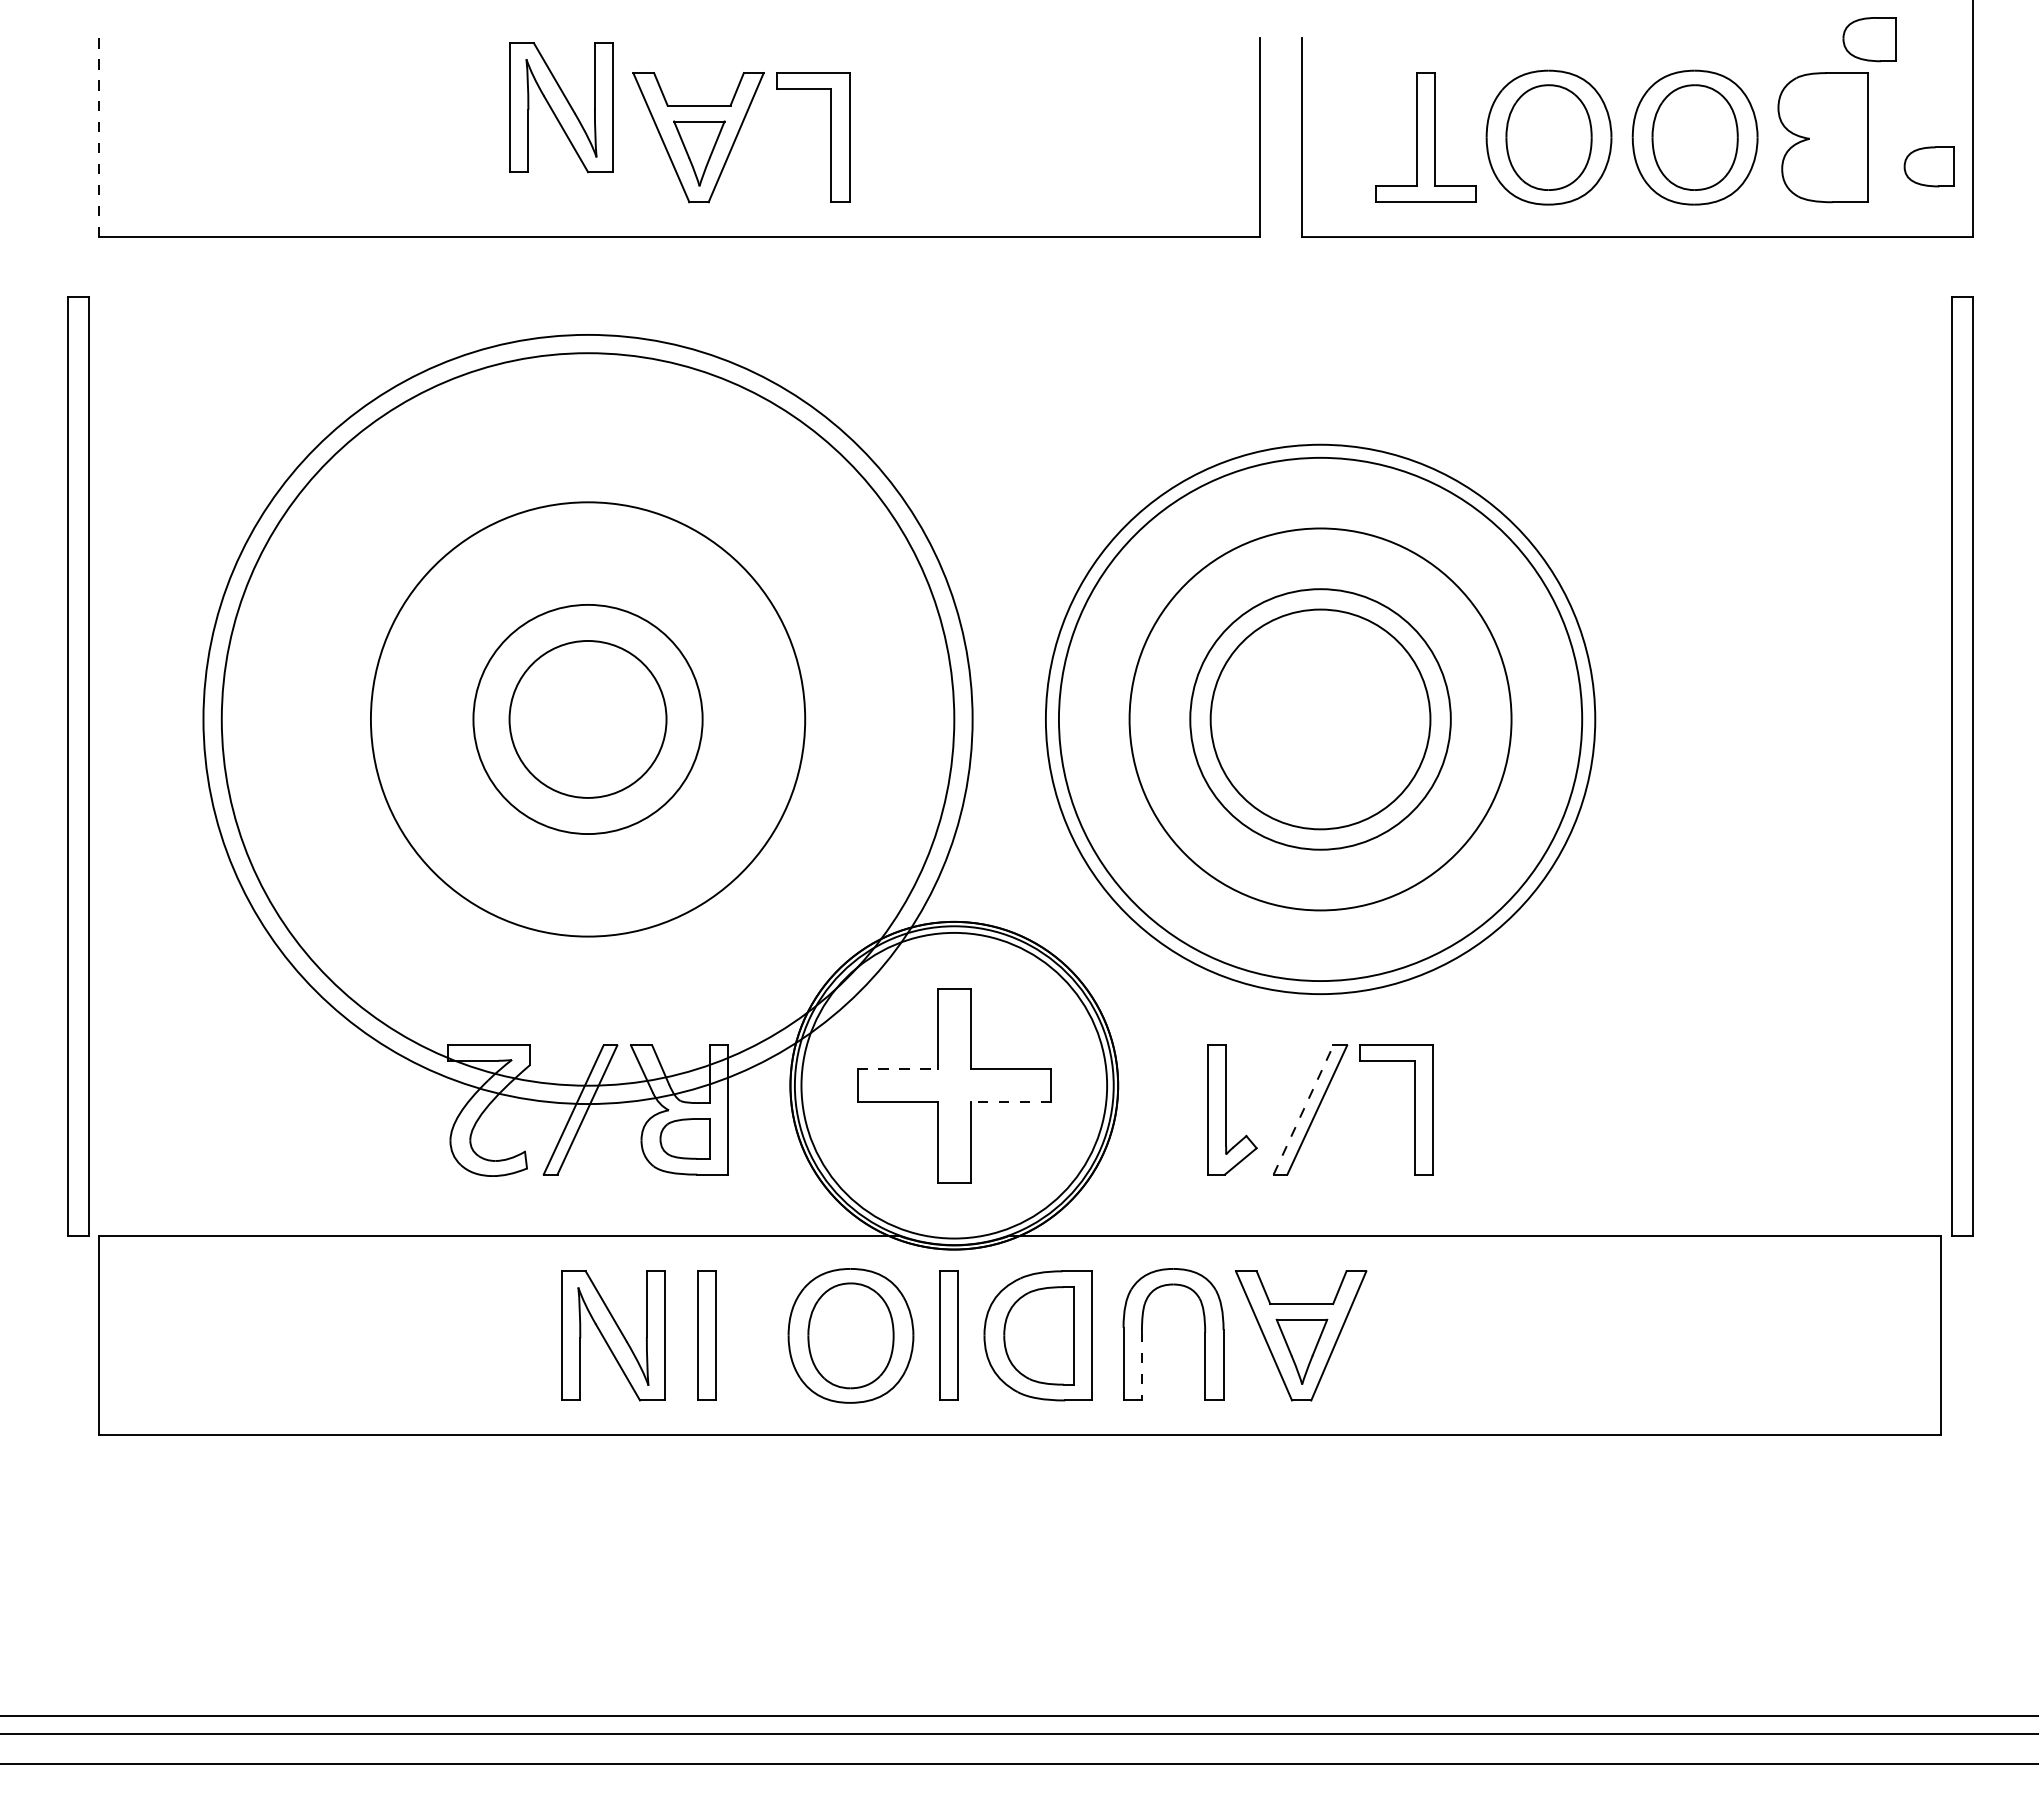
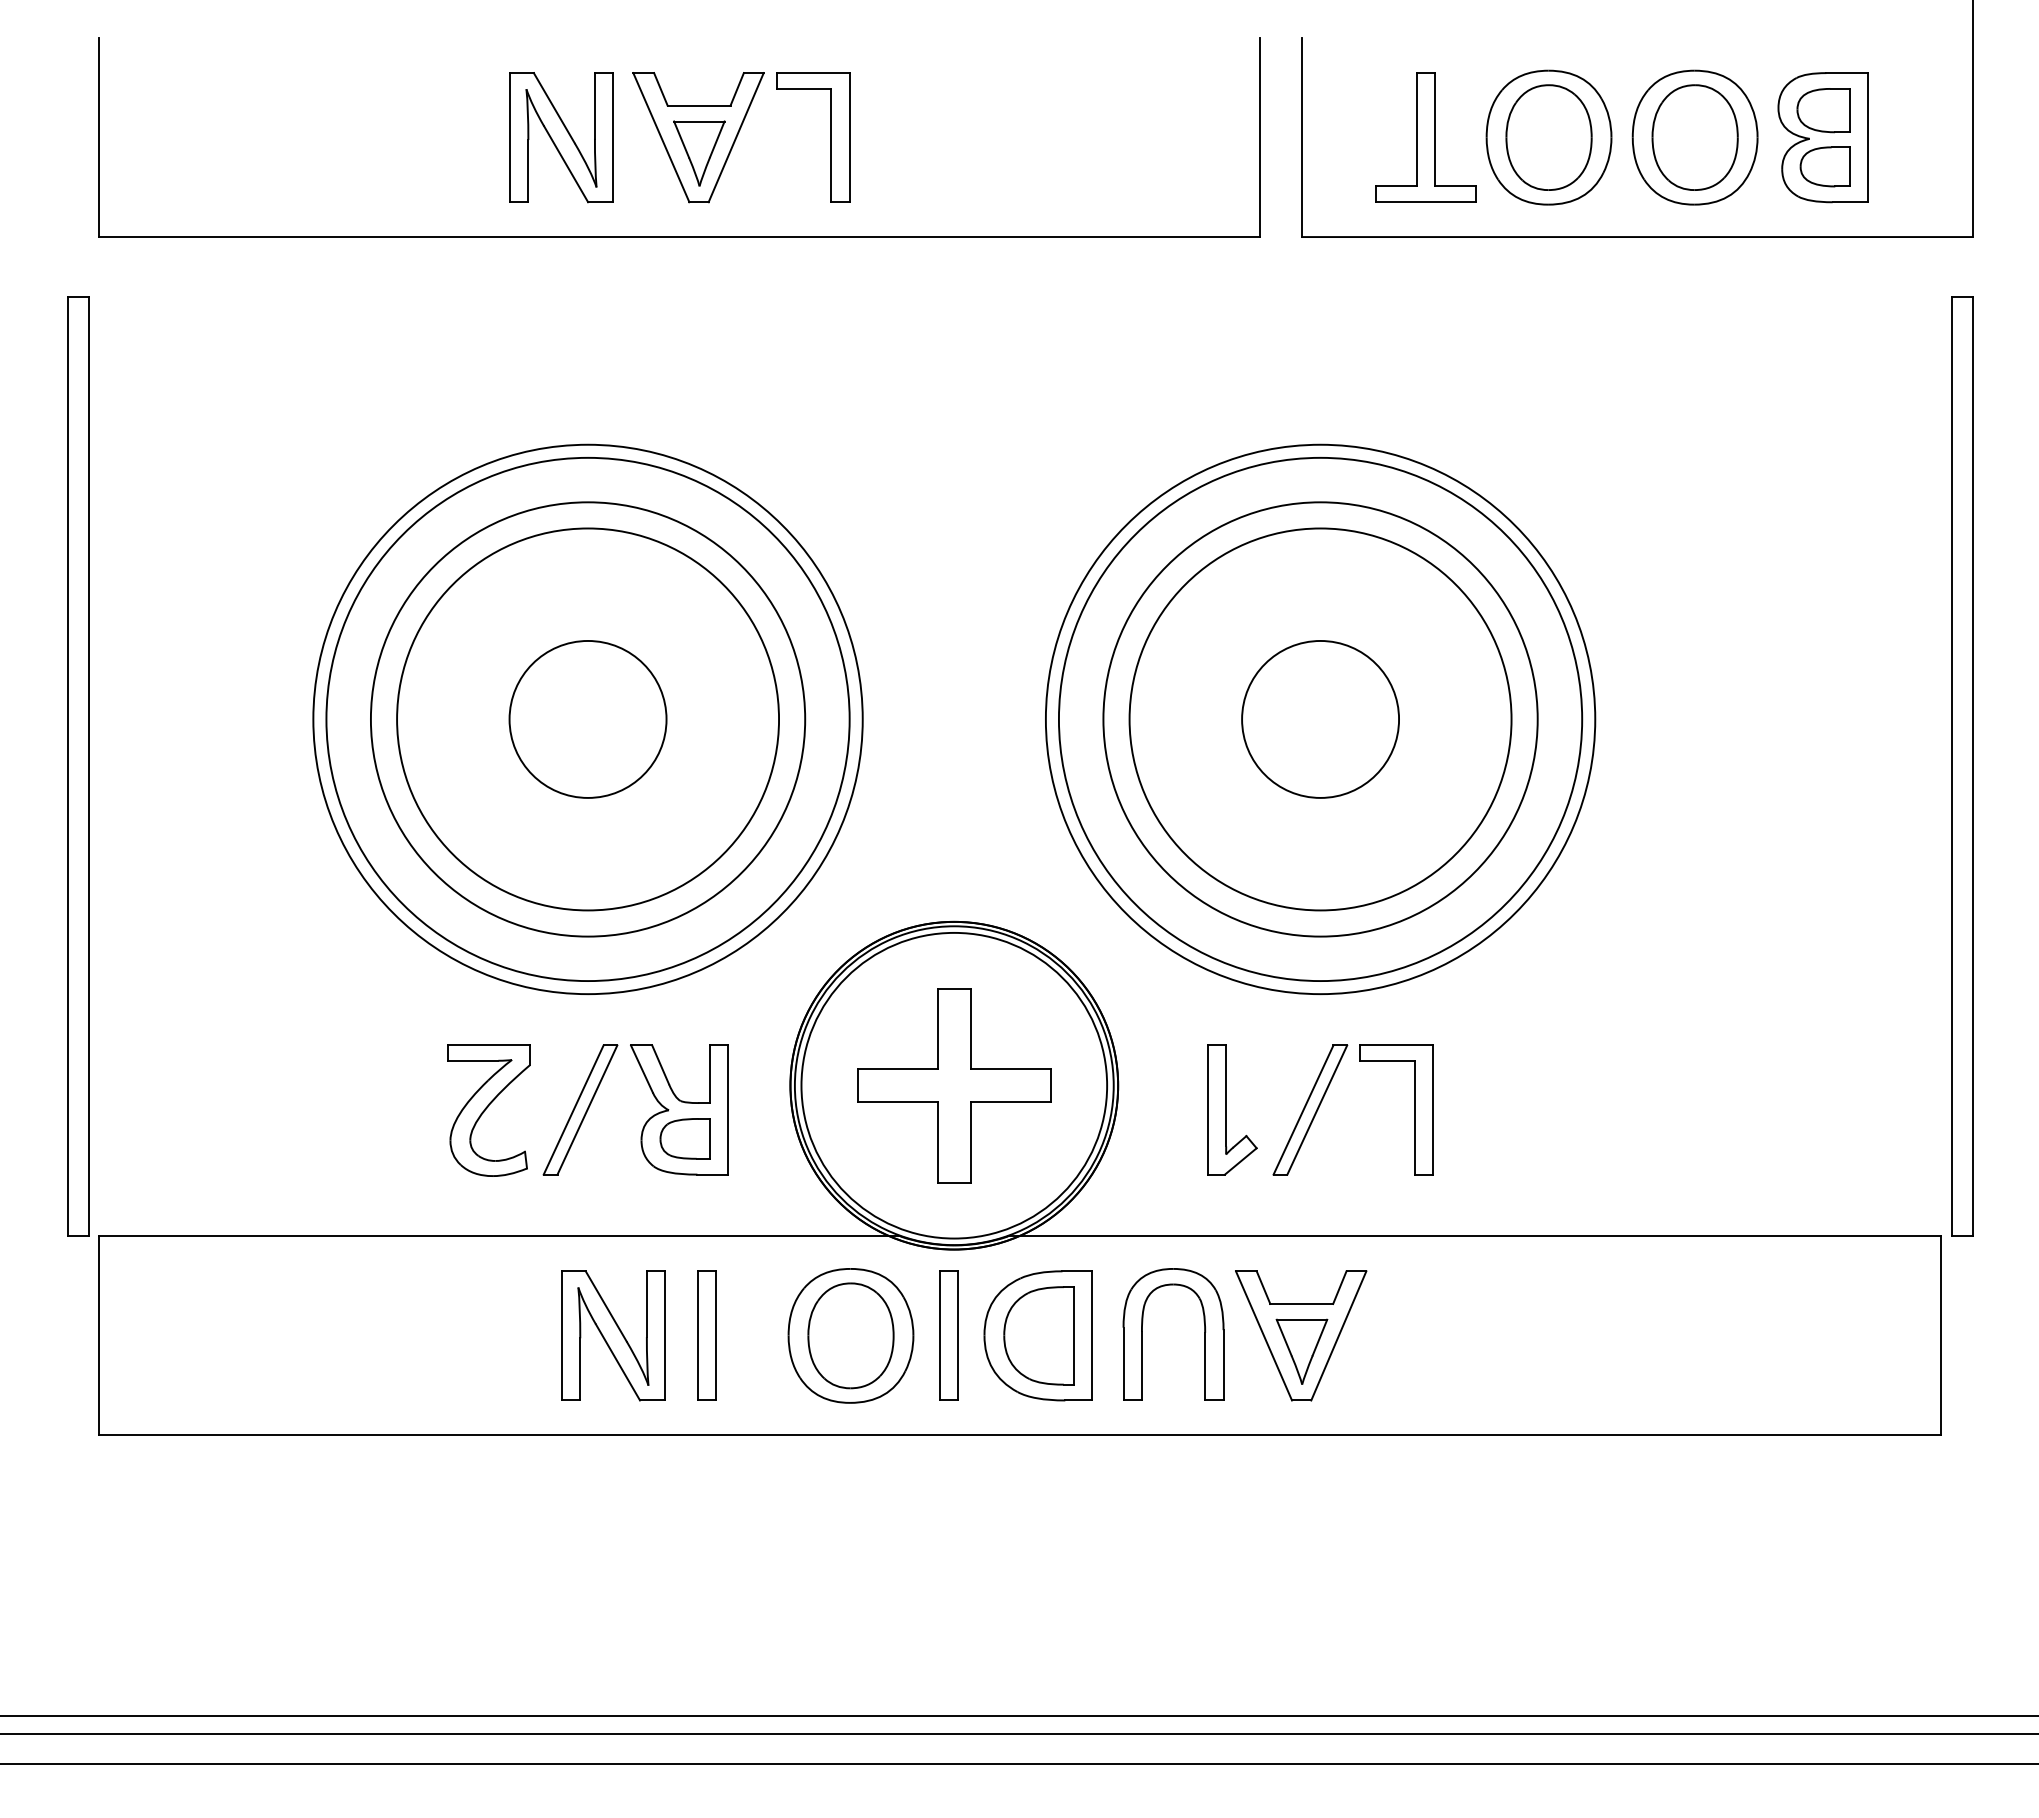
part at (1869, 39) position: (1869, 39) -> (1823, 110)
part at (561, 107) position: (561, 107) -> (561, 137)
line at (99, 138): dashed -> solid
part at (1928, 166) position: (1928, 166) -> (1824, 166)
circle at (587, 719) diameter: 229 px -> 382 px
circle at (587, 719) diameter: 733 px -> 523 px
circle at (587, 719) diameter: 769 px -> 549 px
circle at (1320, 719) diameter: 220 px -> 157 px
circle at (1320, 719) diameter: 261 px -> 434 px
line at (898, 1069): dashed -> solid
line at (1010, 1102): dashed -> solid
line at (1303, 1109): dashed -> solid
line at (1141, 1366): dashed -> solid
